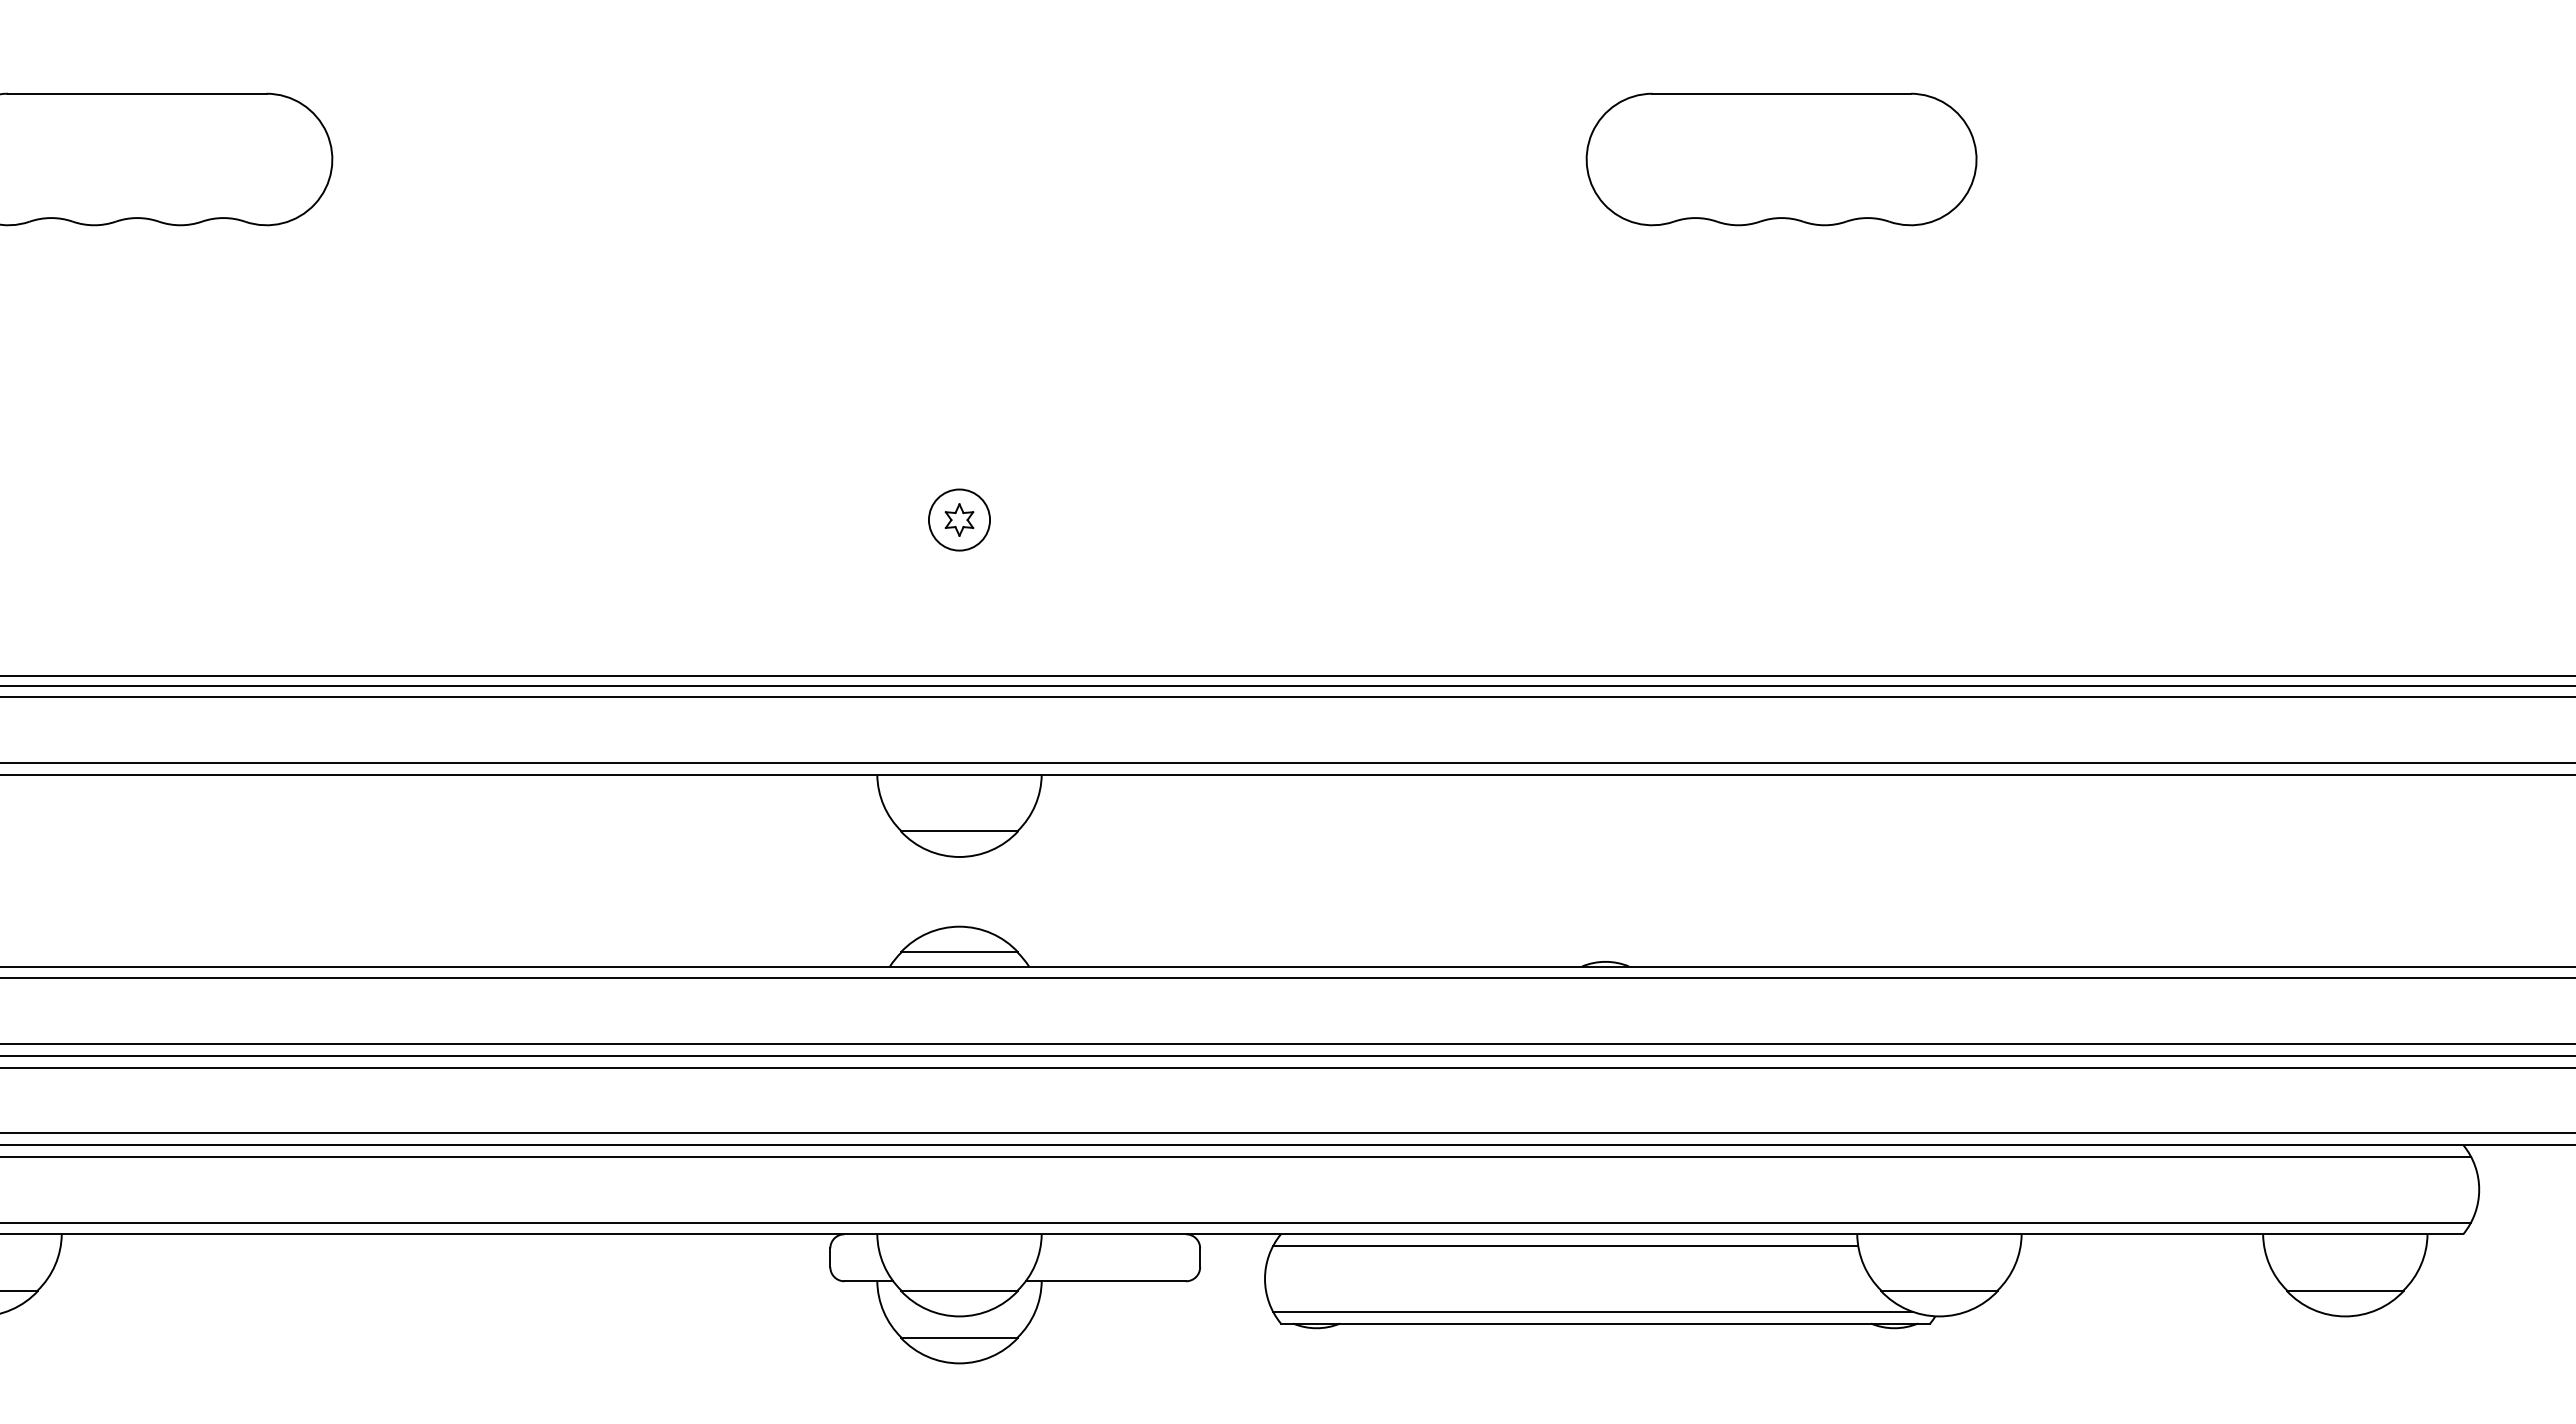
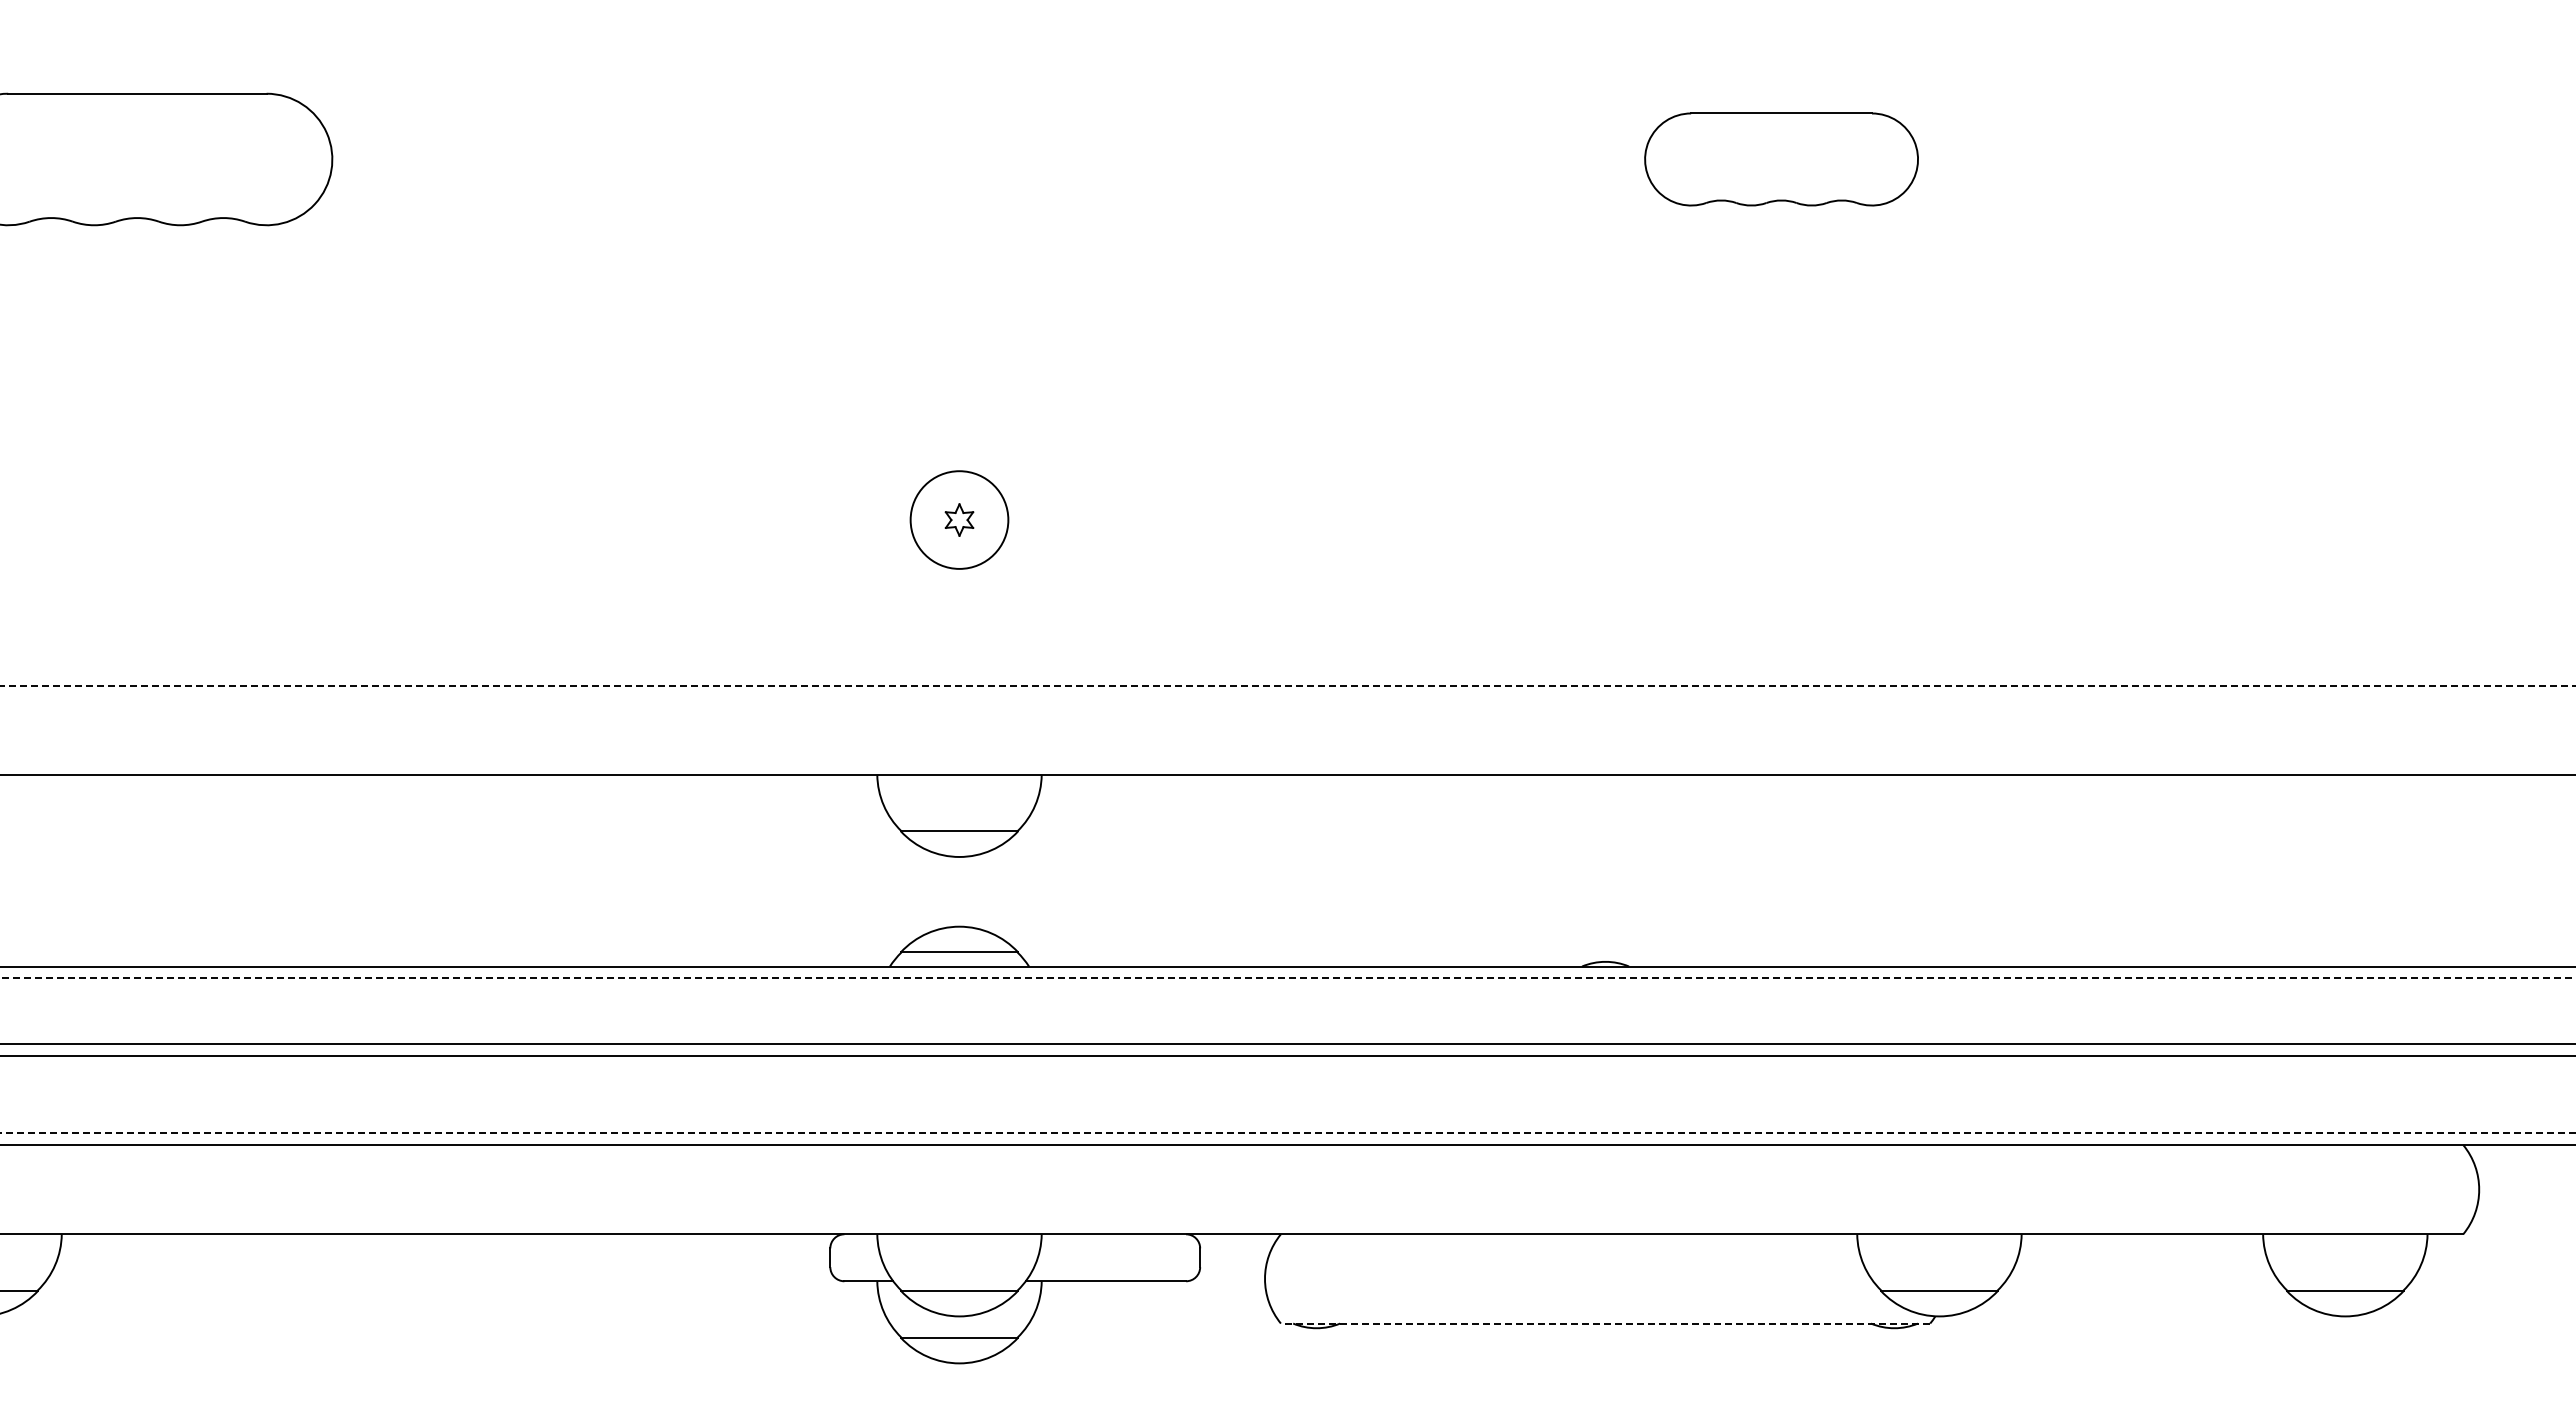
part at (1781, 159) size: 393x135 px -> 275x95 px
circle at (959, 519) diameter: 61 px -> 98 px
line at (1287, 676): present -> none
line at (1288, 685): solid -> dashed
line at (1287, 697): present -> none
line at (1287, 763): present -> none
line at (1287, 978): solid -> dashed
line at (1287, 1067): present -> none
line at (1287, 1133): solid -> dashed
line at (1236, 1156): present -> none
line at (1236, 1222): present -> none
line at (1565, 1246): present -> none
line at (1592, 1311): present -> none
line at (1605, 1323): solid -> dashed
